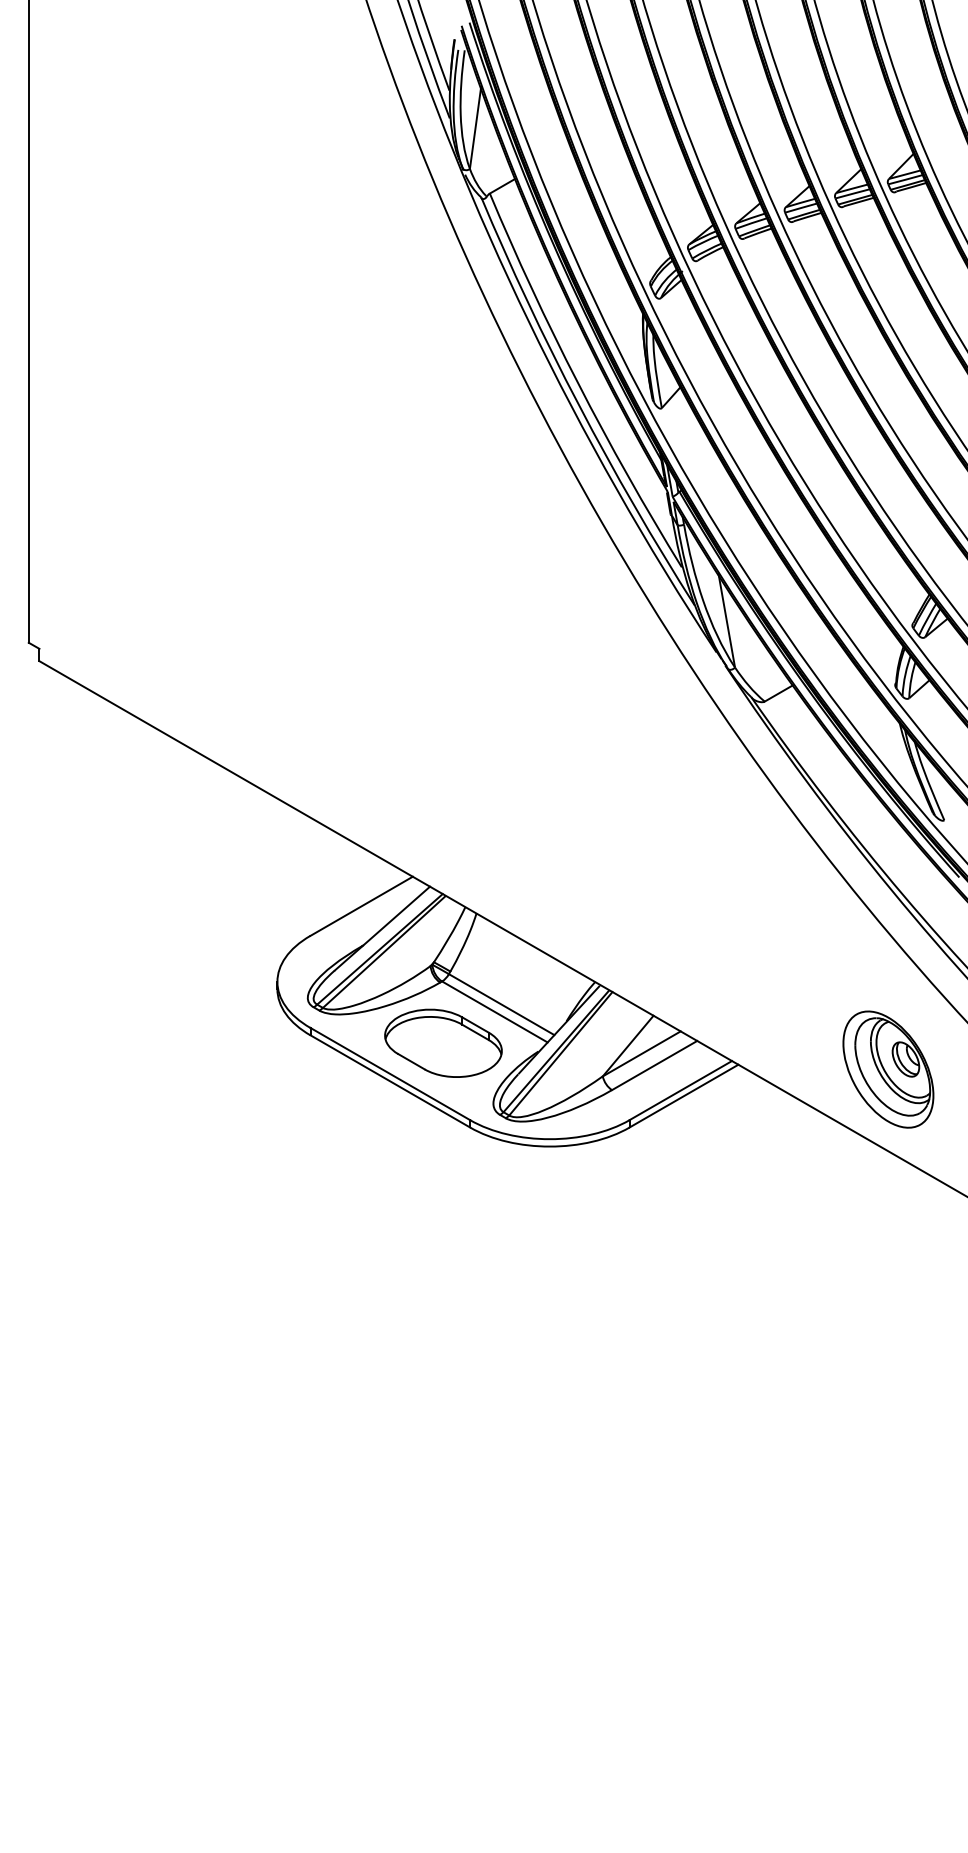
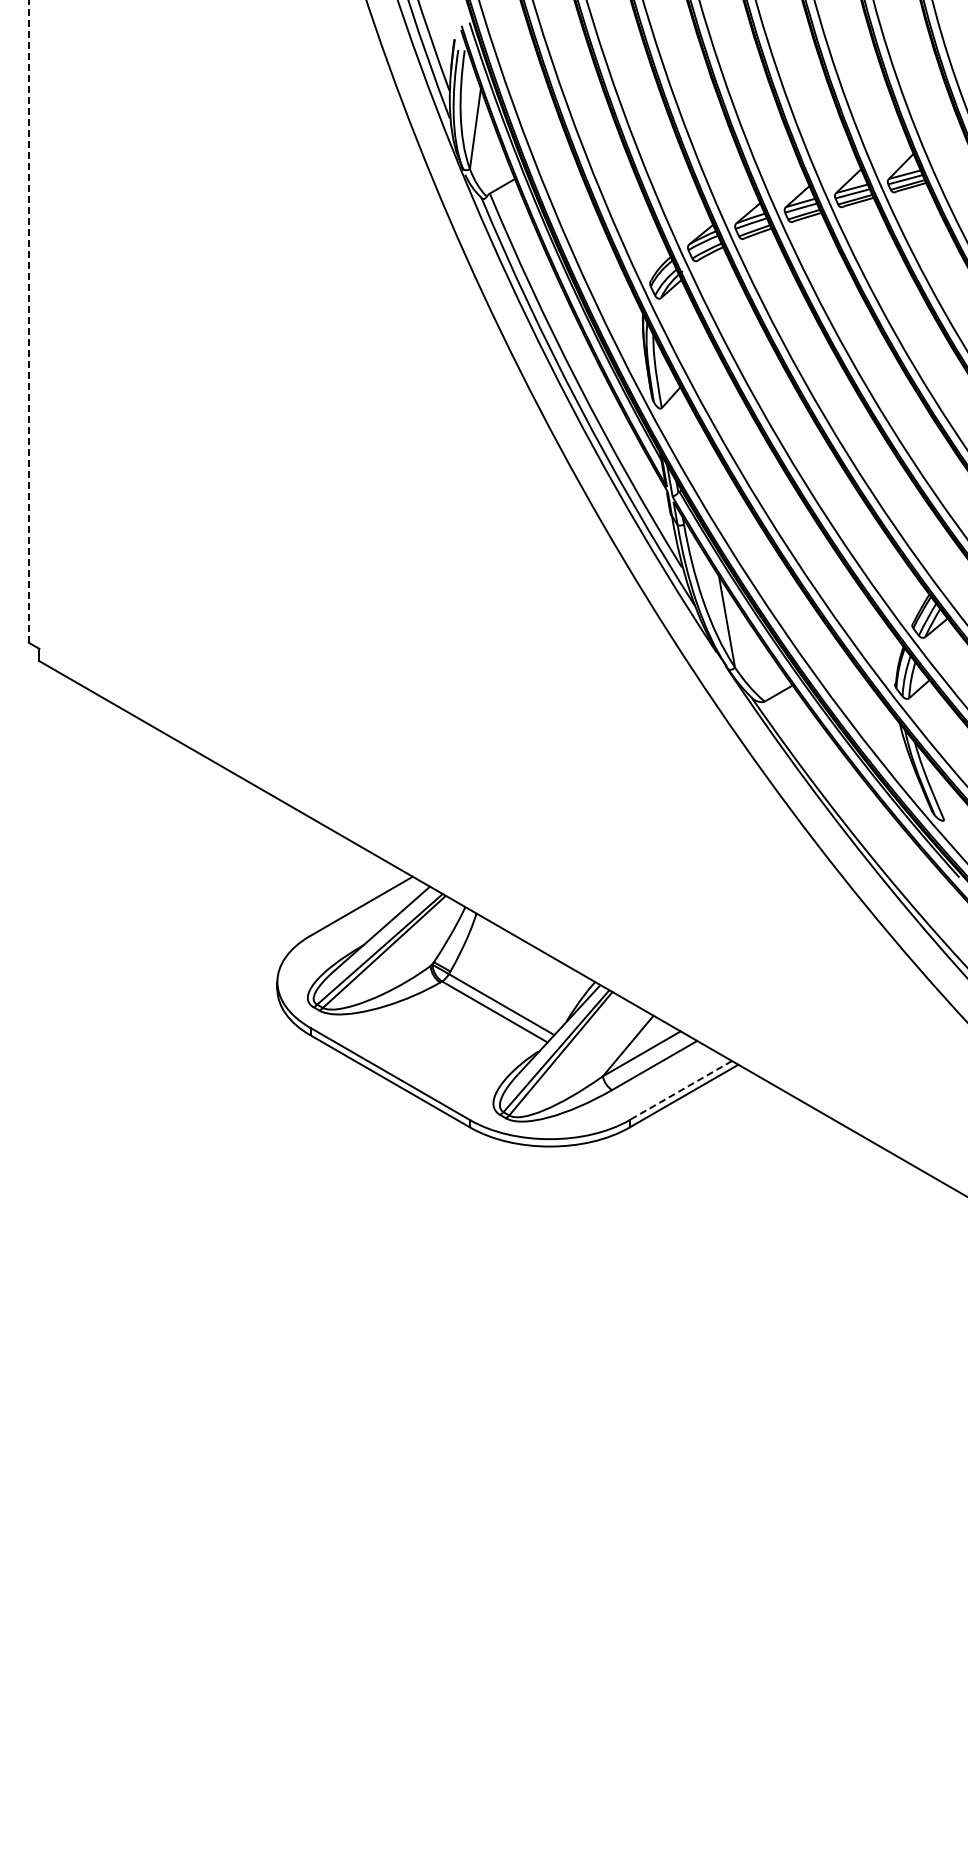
line at (28, 321): solid -> dashed
part at (443, 1042): present -> none
part at (888, 1069): present -> none
line at (680, 1090): solid -> dashed
